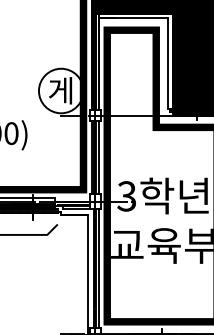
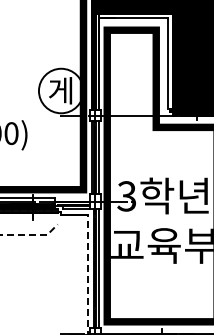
line at (32, 234): solid -> dashed
line at (88, 274): solid -> dashed
